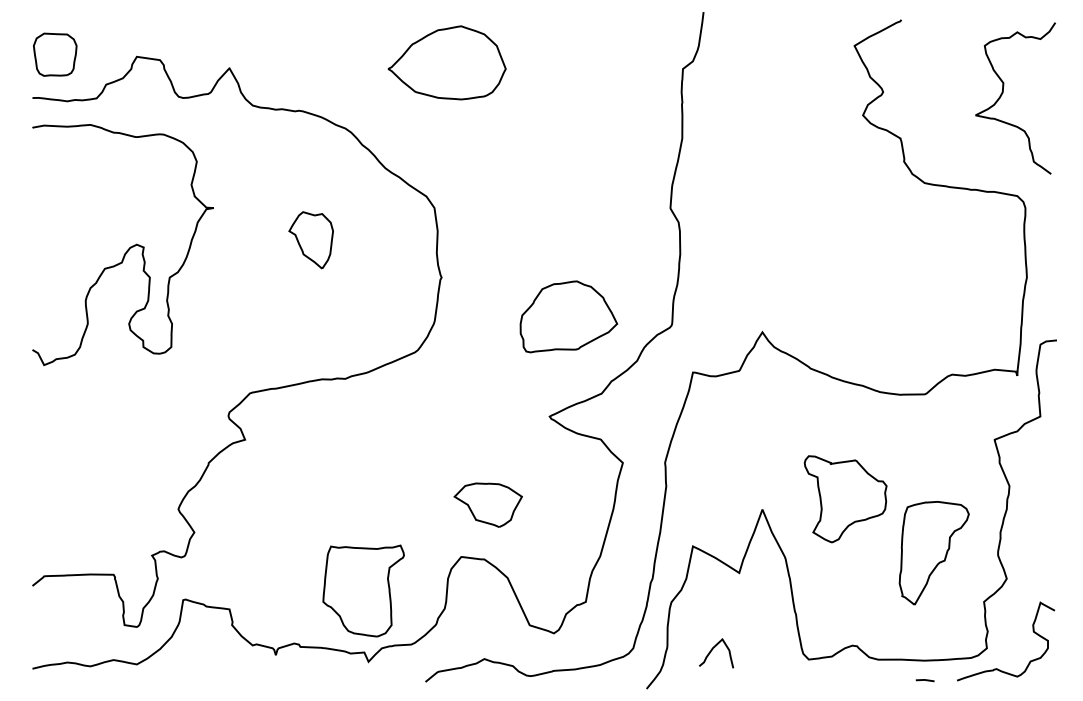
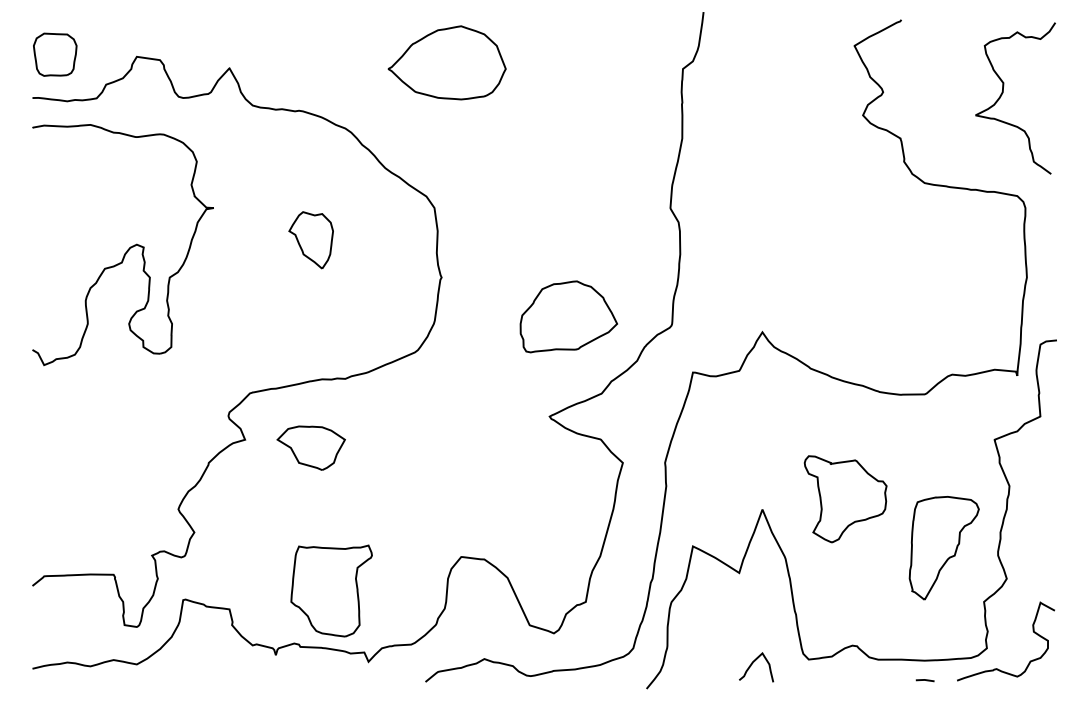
part at (487, 504) position: (487, 504) -> (310, 447)
part at (933, 553) position: (933, 553) -> (943, 548)
part at (363, 590) position: (363, 590) -> (331, 590)
curve at (713, 649) position: (713, 649) -> (753, 663)
